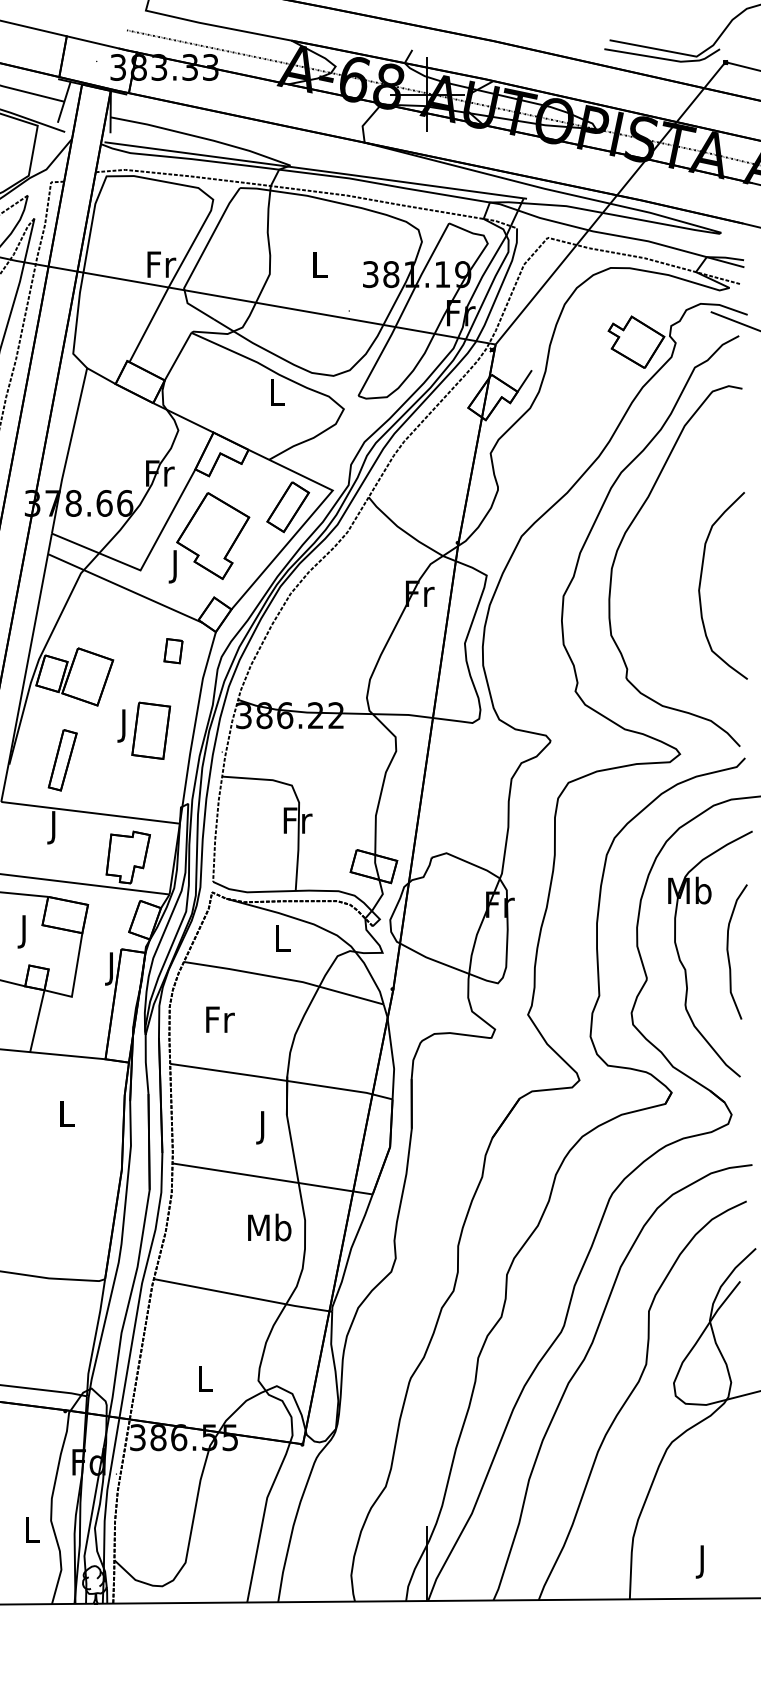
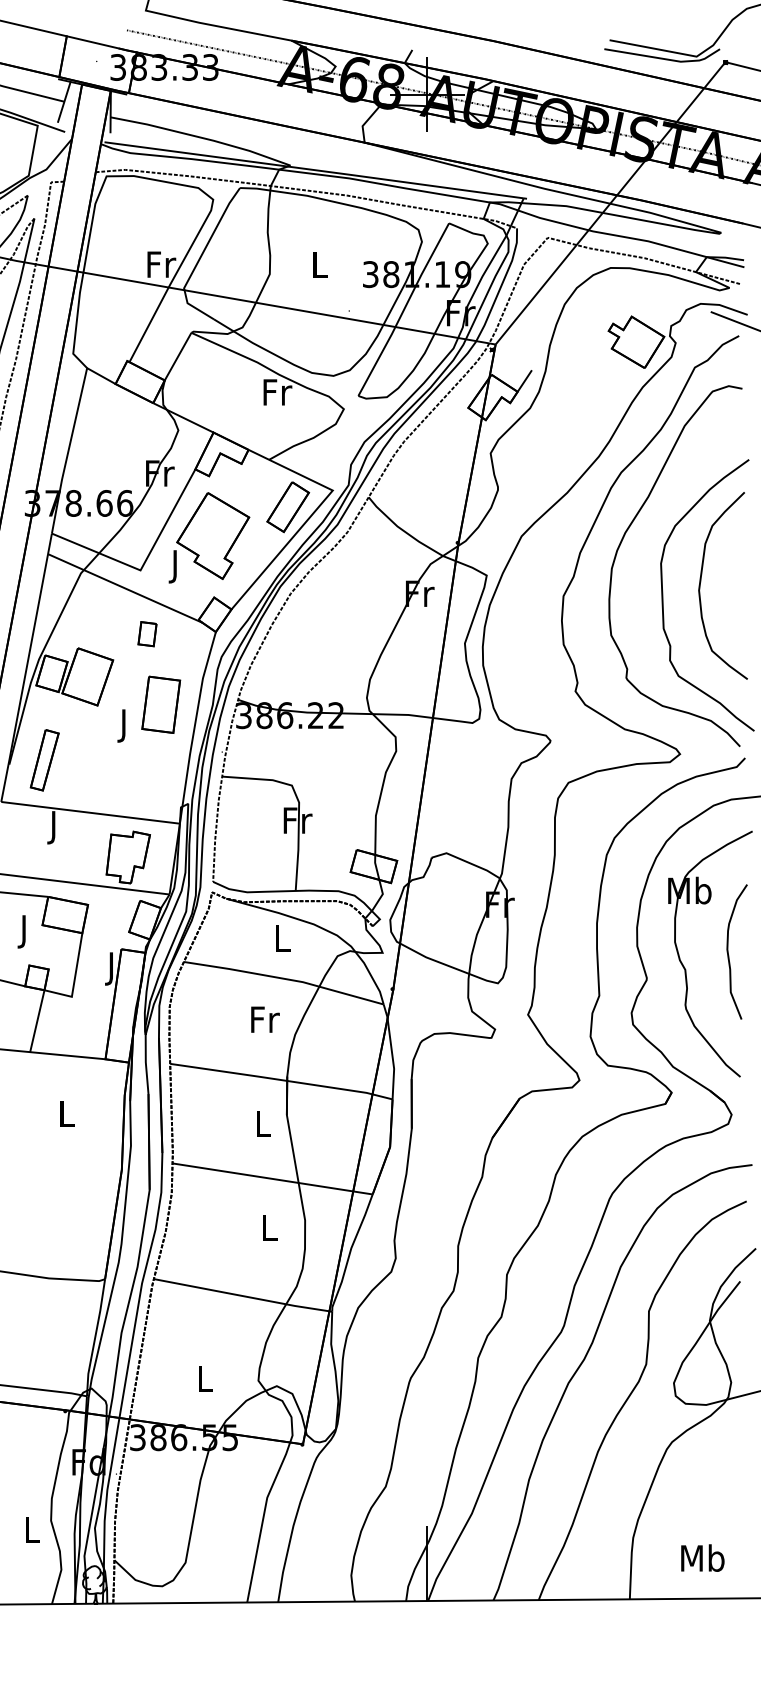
text at (277, 392): L -> Fr
curve at (663, 595): none -> present
part at (173, 651) position: (173, 651) -> (147, 634)
part at (151, 730) position: (151, 730) -> (161, 704)
part at (62, 760) position: (62, 760) -> (44, 760)
text at (220, 1019) position: (220, 1019) -> (265, 1019)
text at (263, 1127): J -> L
text at (269, 1227): Mb -> L
text at (702, 1561): J -> Mb
